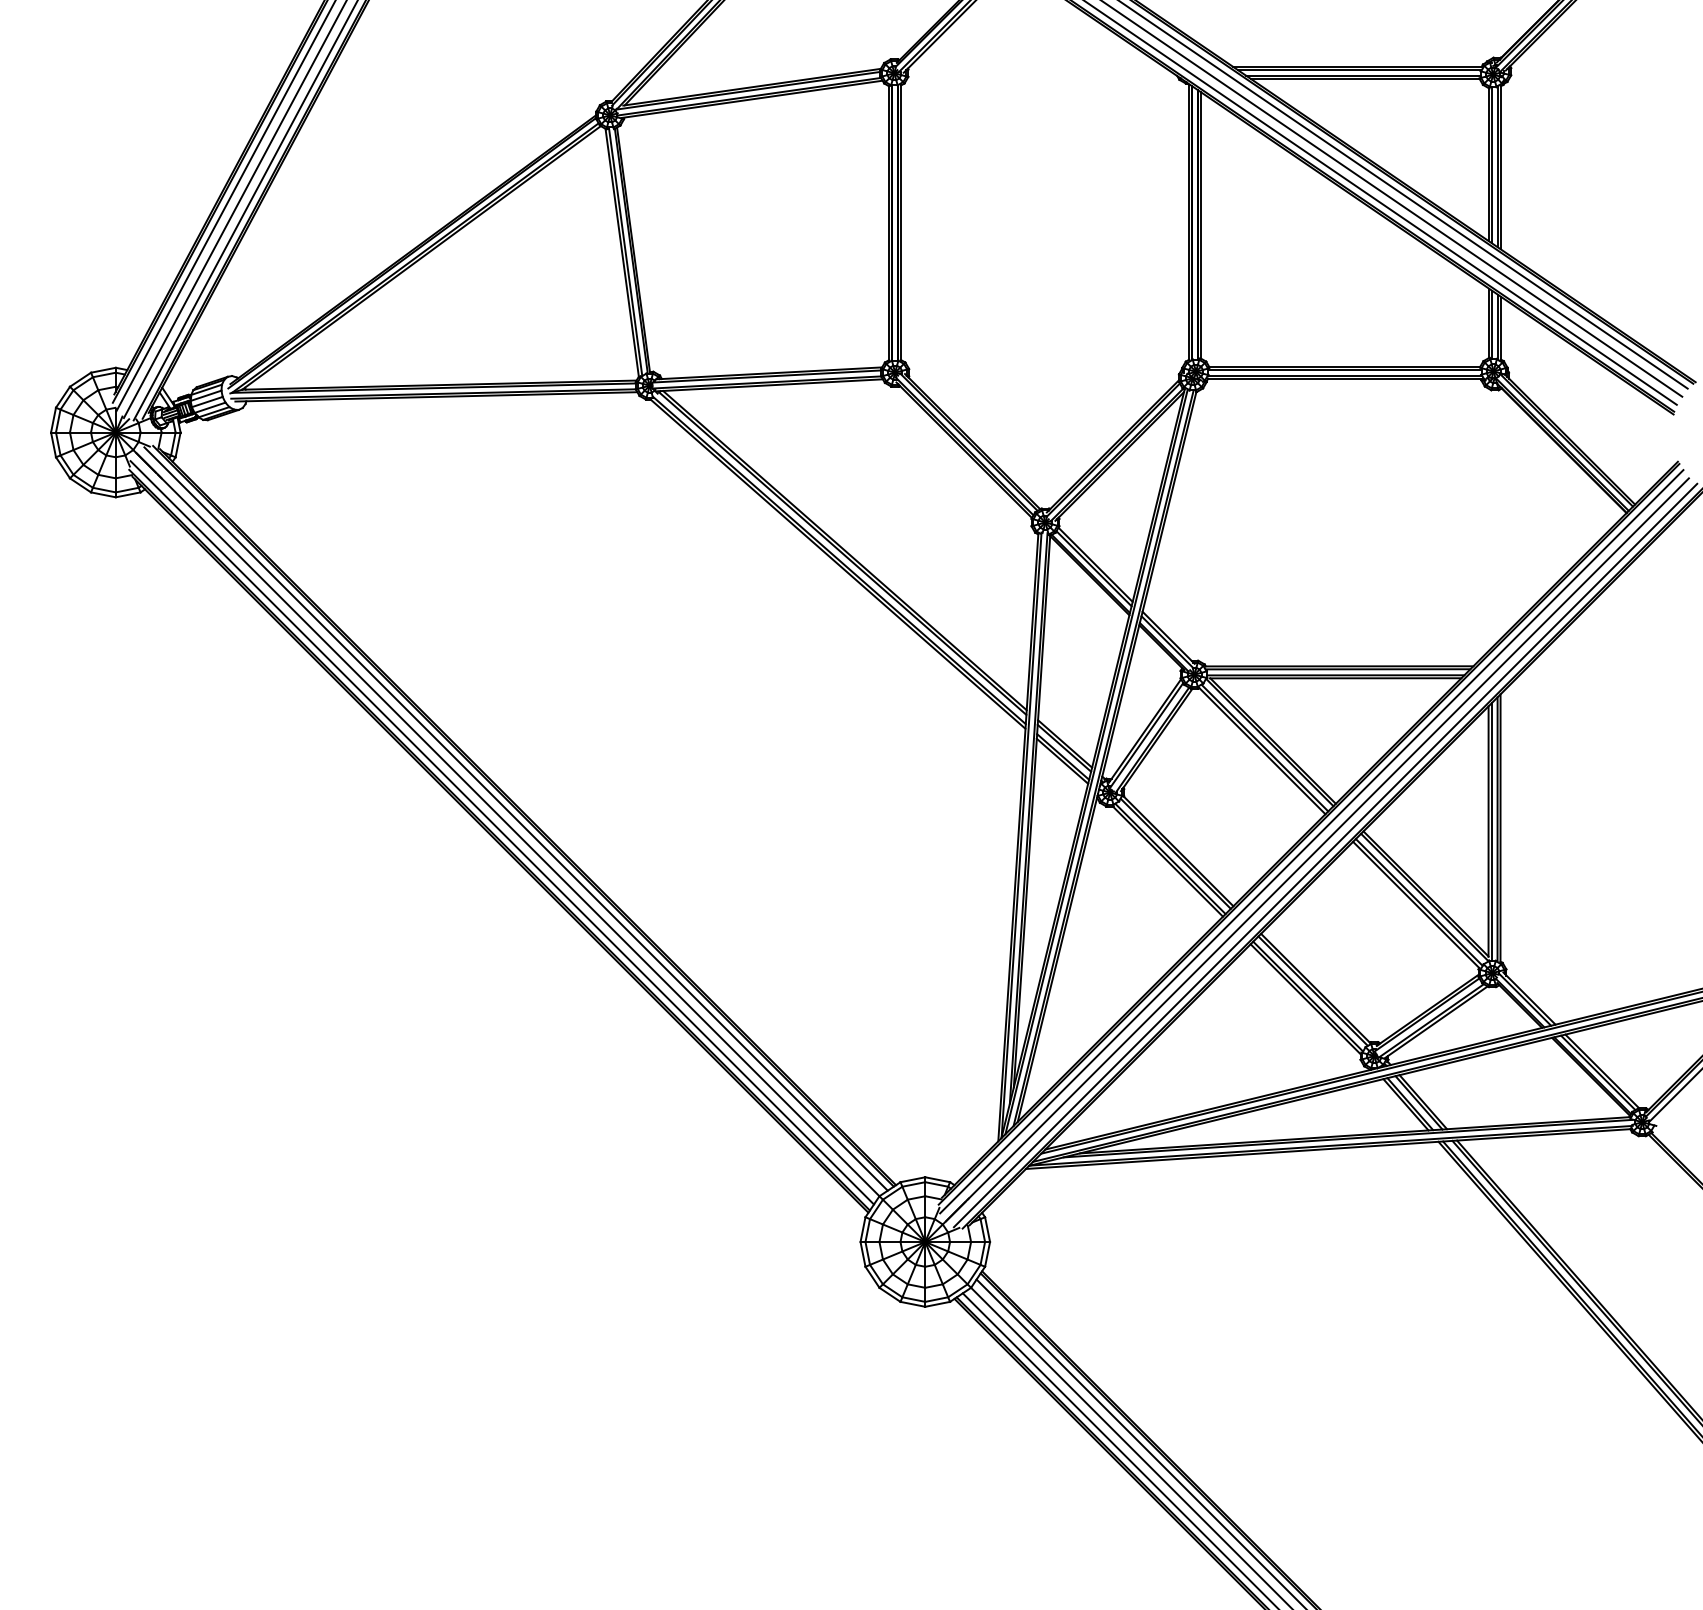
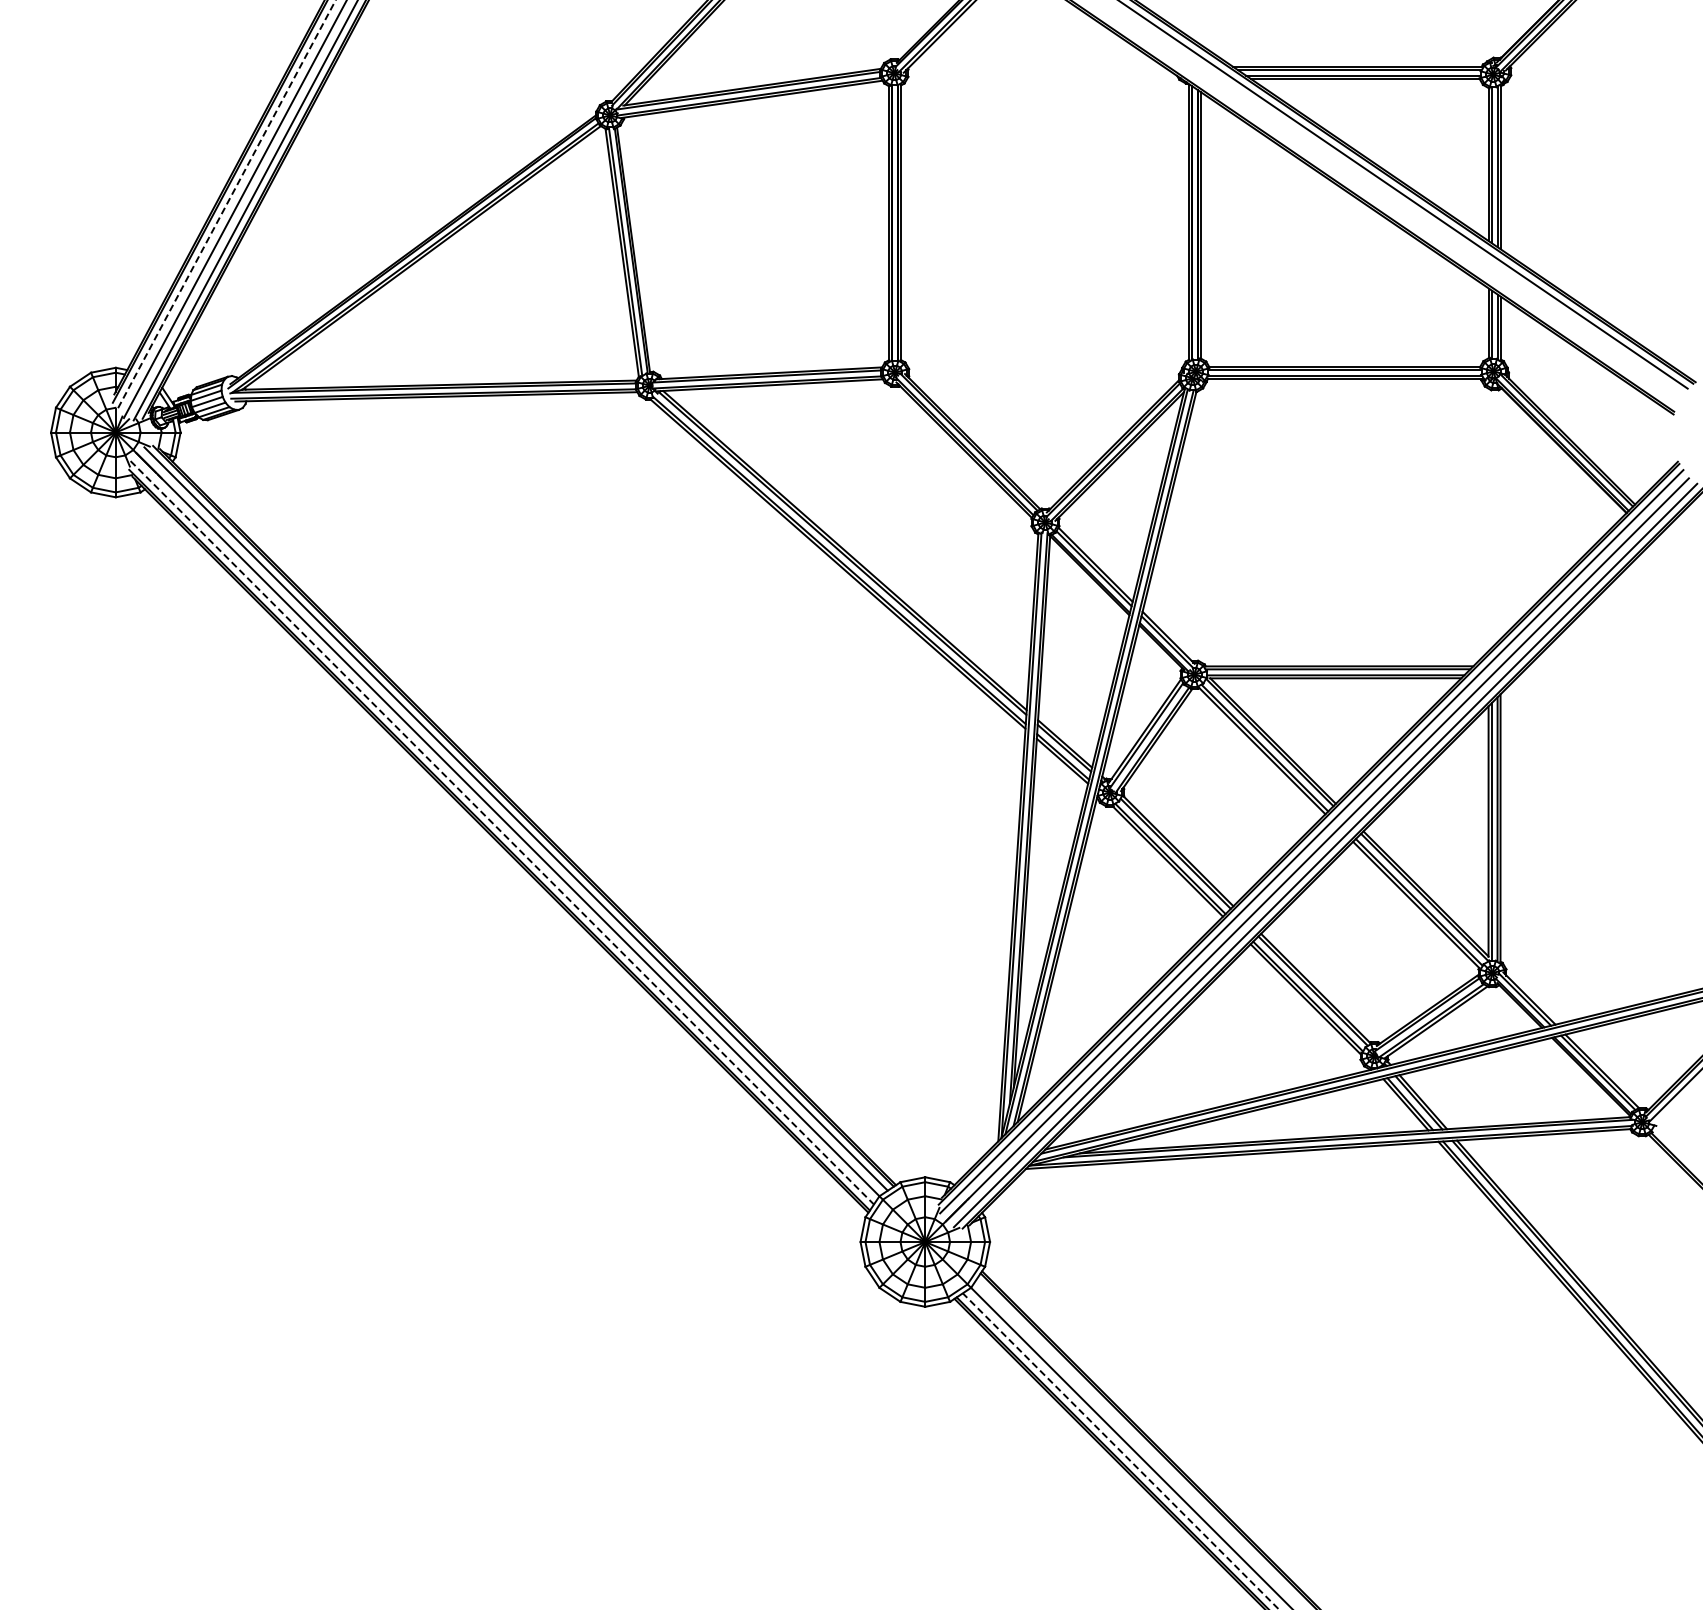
line at (1392, 199): present -> none
line at (1381, 203): present -> none
line at (226, 205): solid -> dashed
line at (502, 832): solid -> dashed
line at (1139, 1442): present -> none
line at (1121, 1451): solid -> dashed
